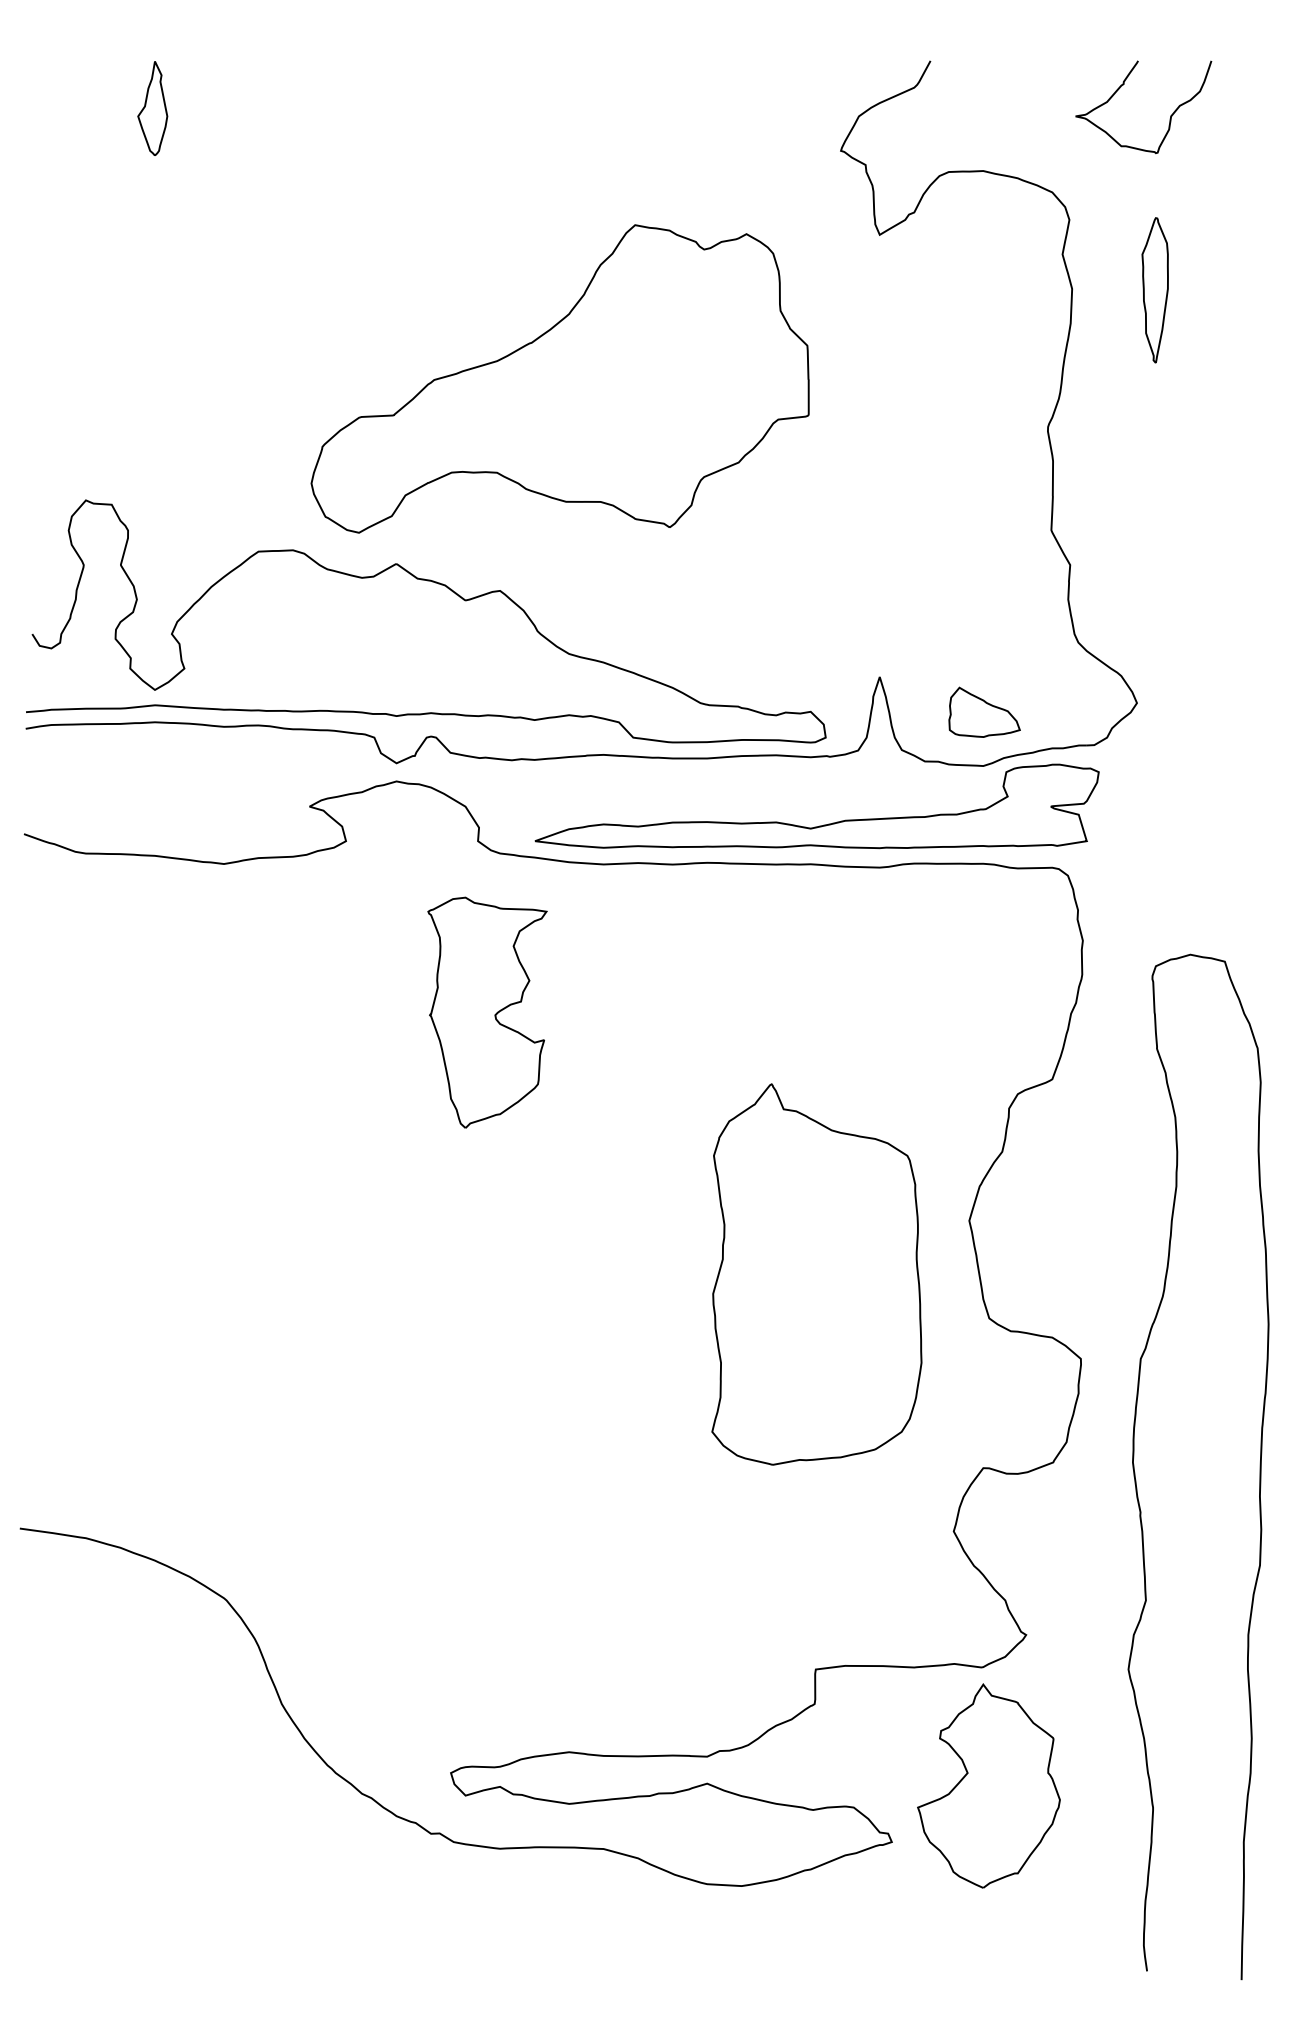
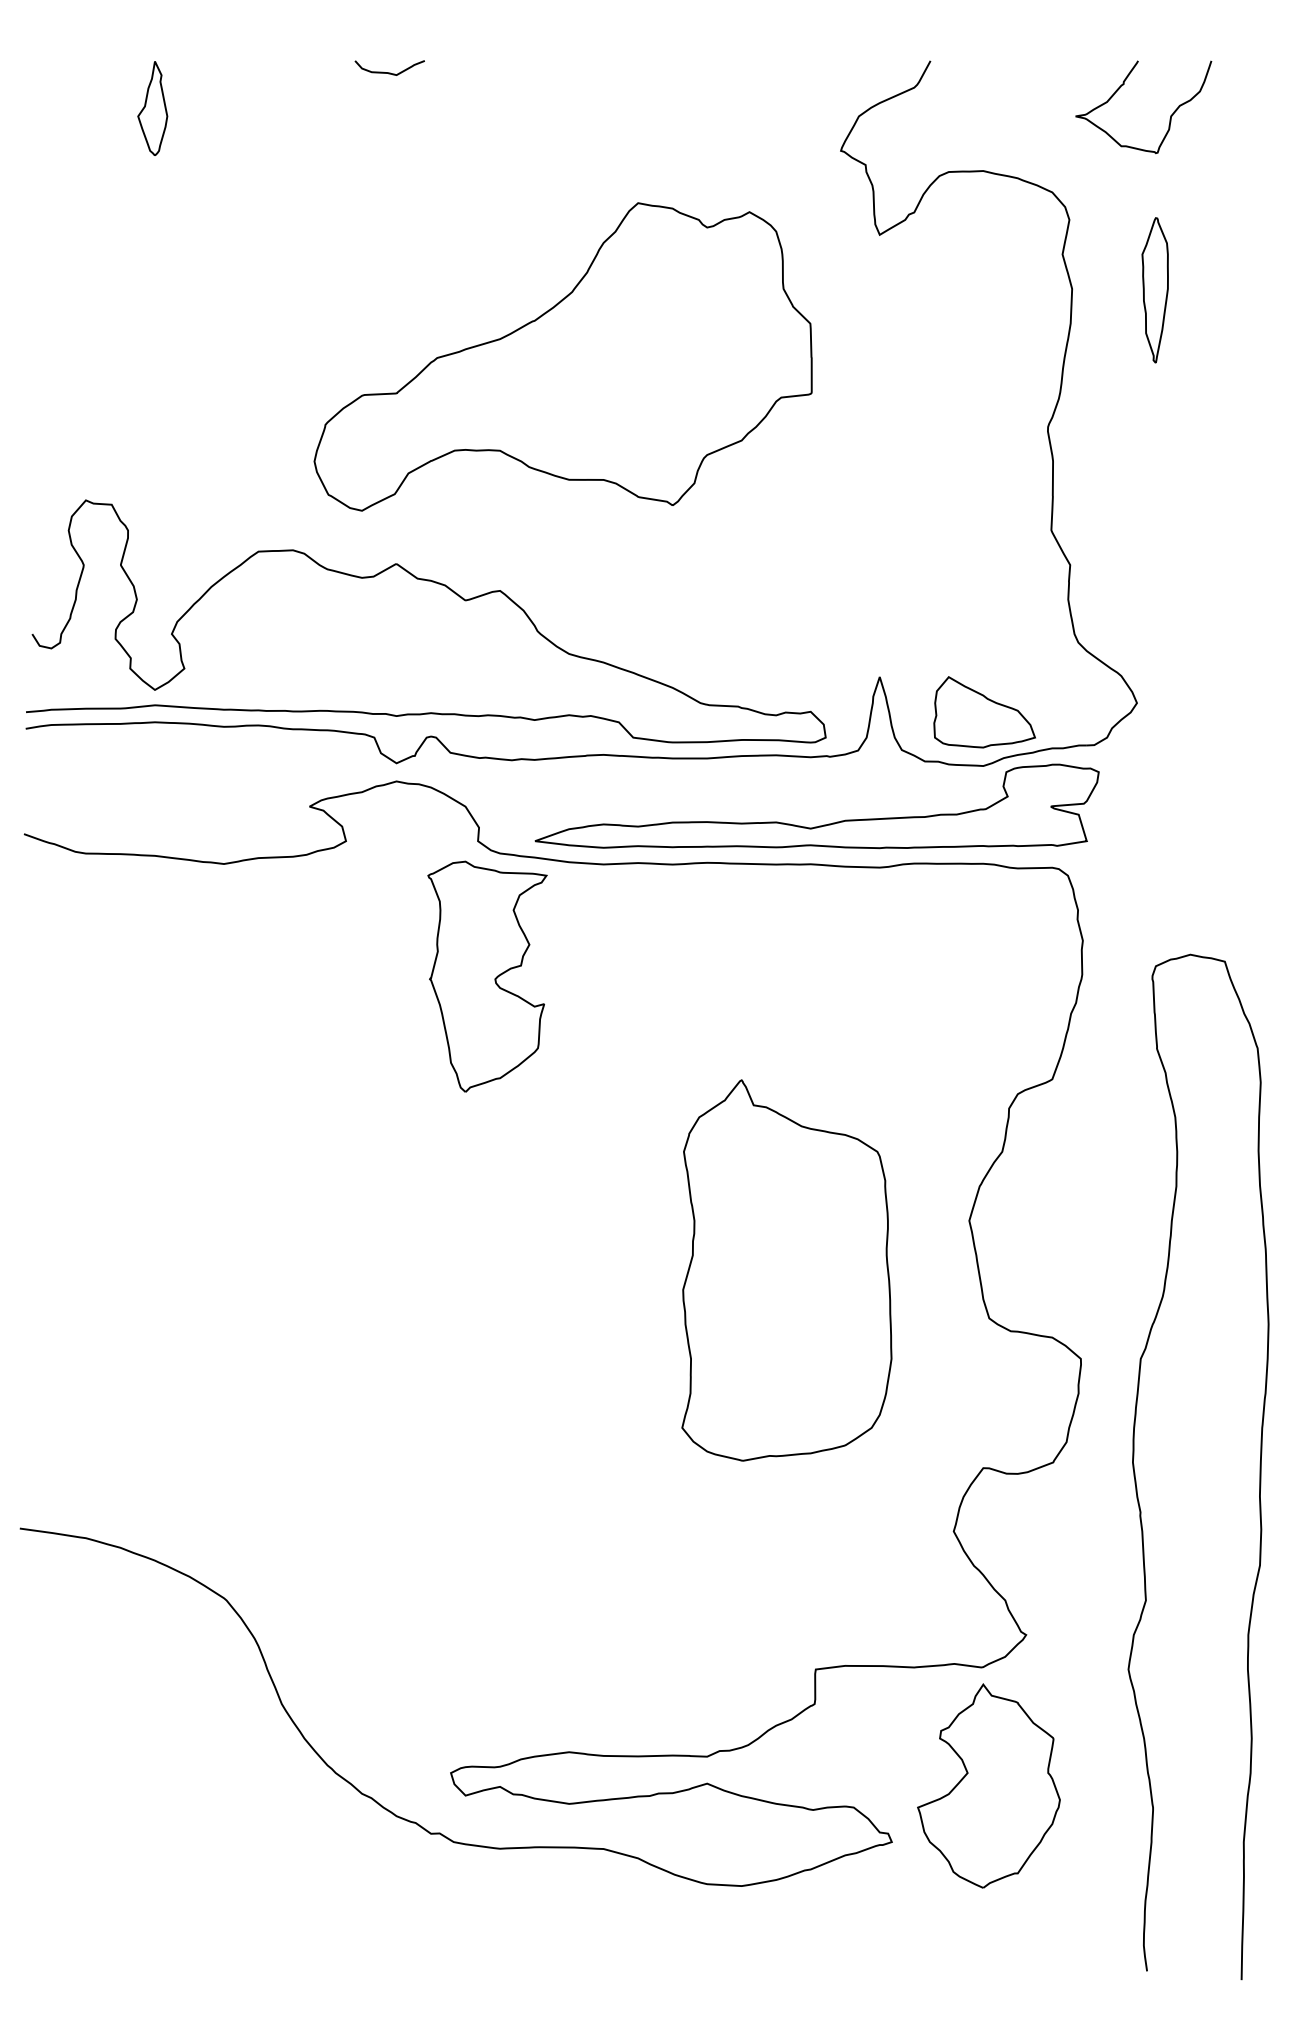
curve at (389, 72): none -> present
part at (559, 378) position: (559, 378) -> (562, 356)
part at (984, 711) size: 73x52 px -> 103x73 px
part at (487, 1012) position: (487, 1012) -> (487, 976)
part at (816, 1274) position: (816, 1274) -> (786, 1270)
